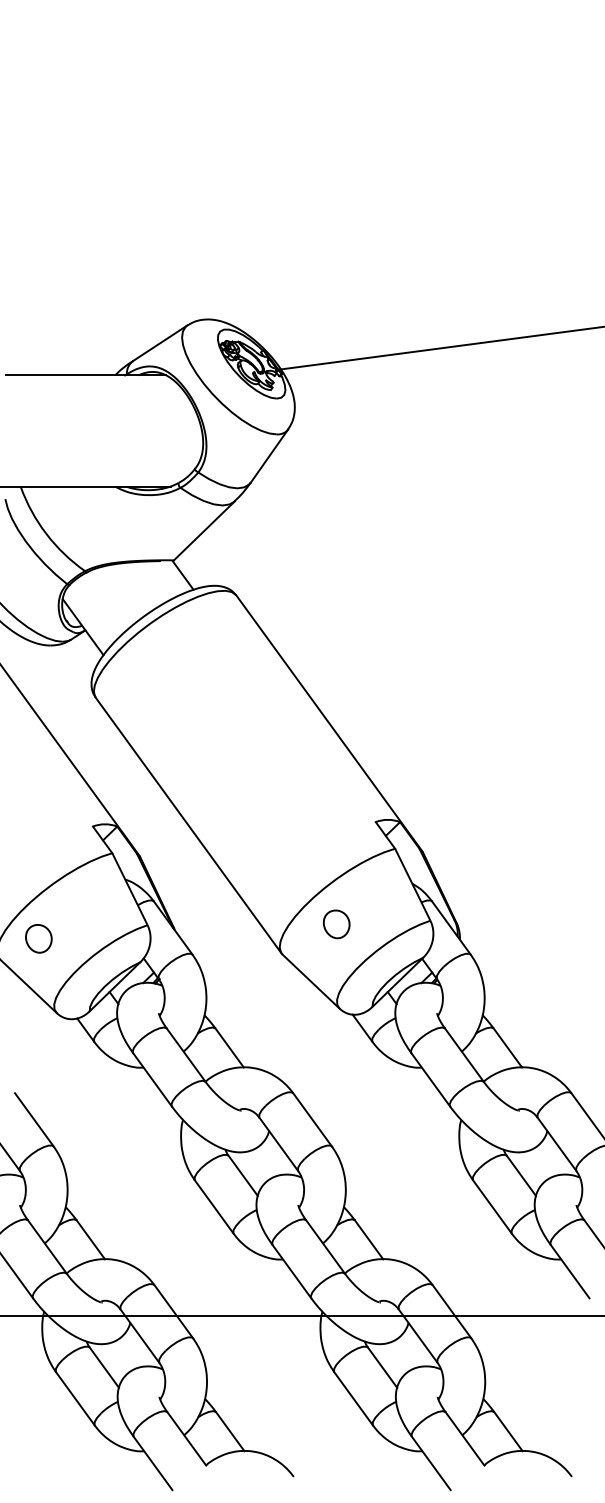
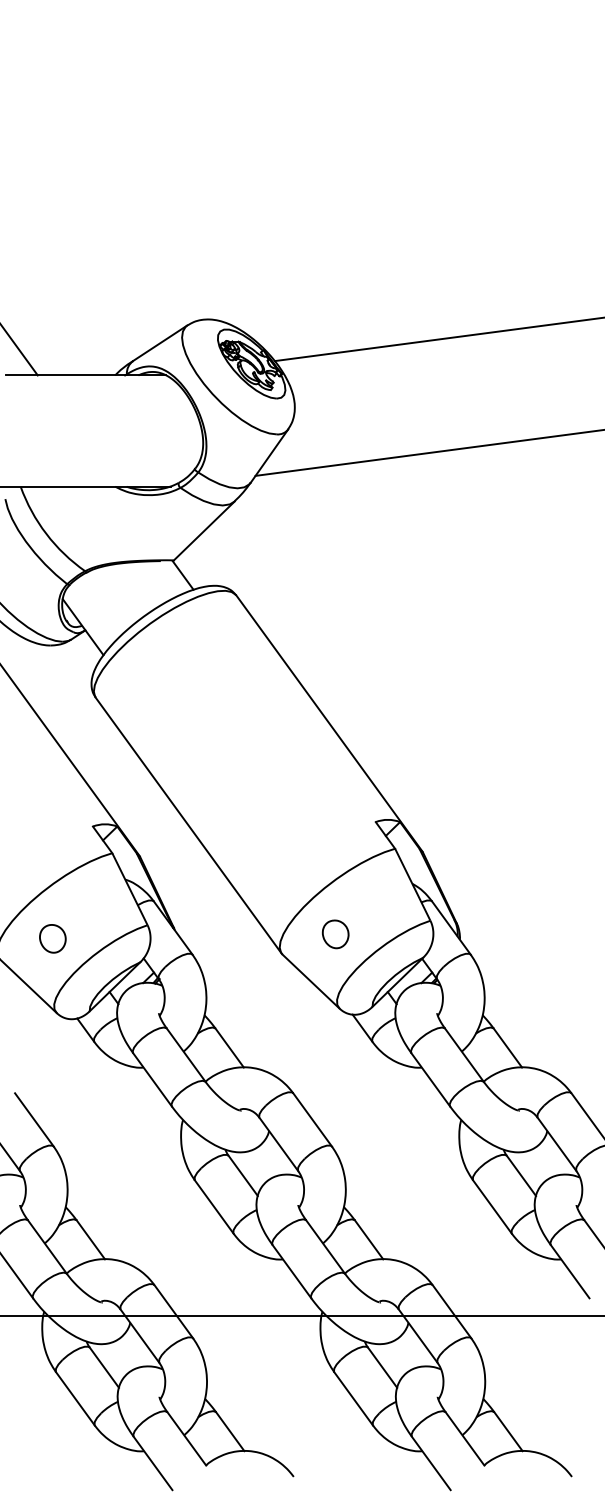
line at (438, 348) position: (438, 348) -> (437, 339)
line at (19, 350): none -> present
line at (428, 452): none -> present
part at (336, 924) position: (336, 924) -> (335, 934)
part at (38, 938) position: (38, 938) -> (52, 938)
